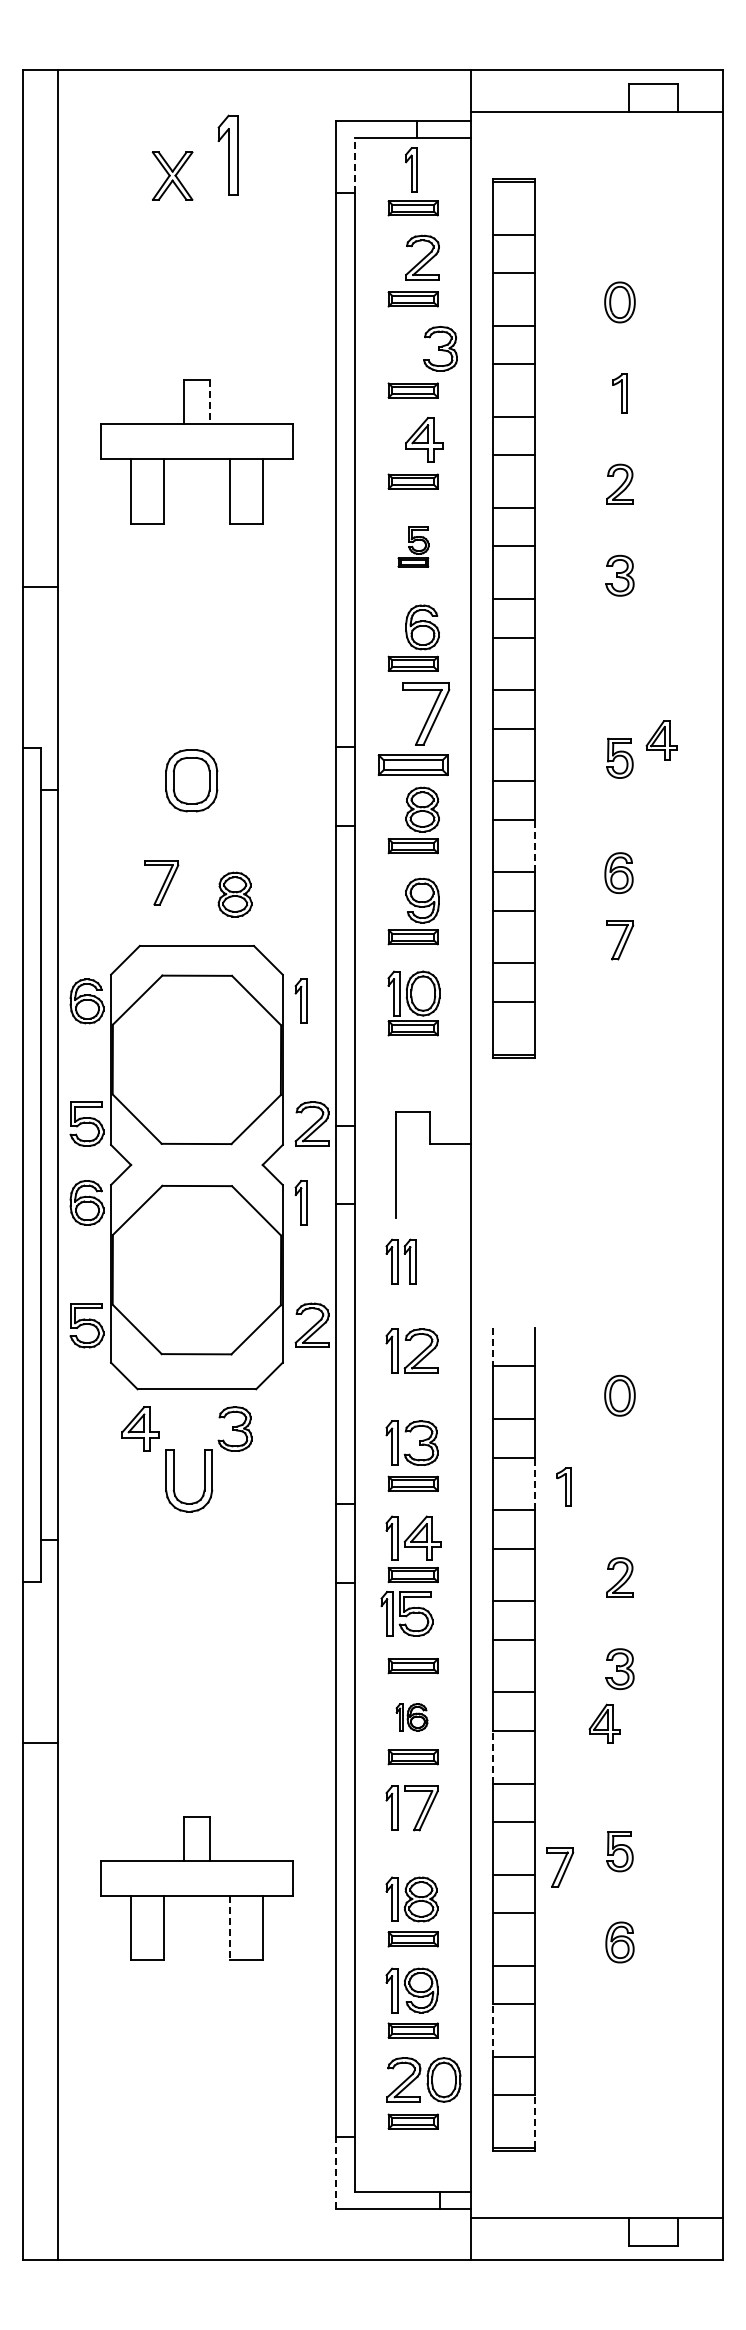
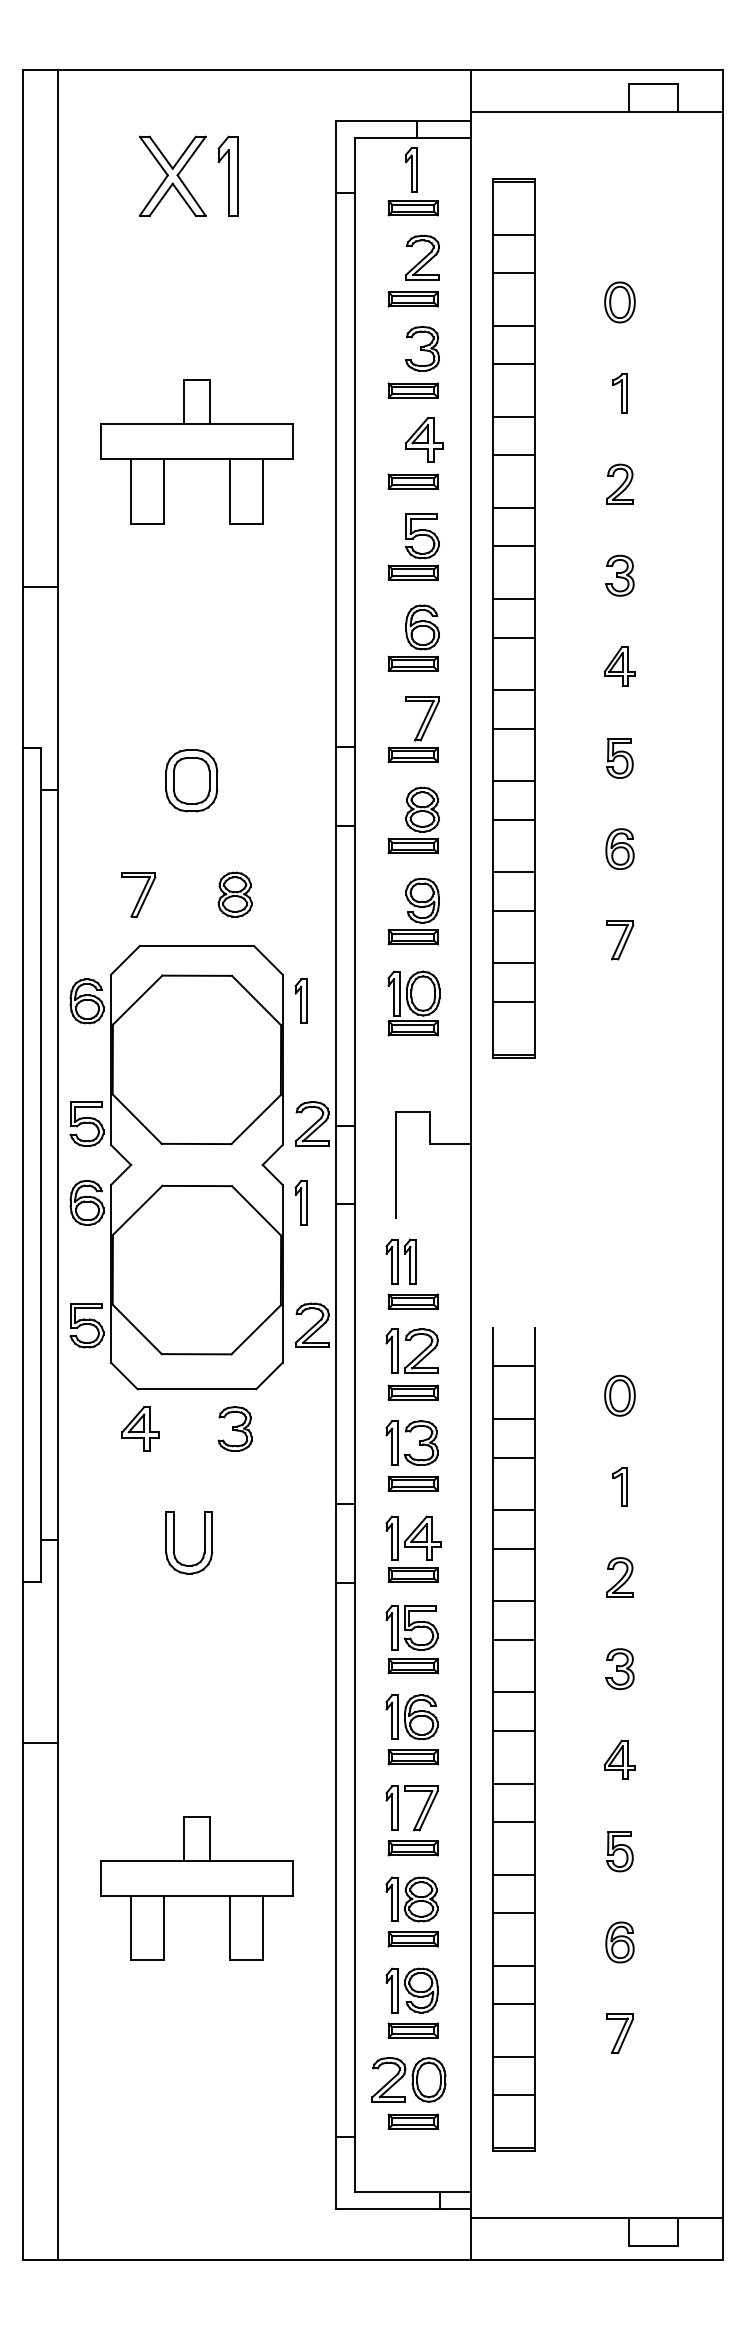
part at (227, 154) position: (227, 154) -> (227, 175)
line at (355, 164): dashed -> solid
part at (172, 175) size: 43x50 px -> 69x82 px
part at (440, 348) position: (440, 348) -> (422, 348)
line at (210, 402): dashed -> solid
part at (413, 546) size: 33x42 px -> 53x68 px
part at (413, 729) size: 74x95 px -> 53x67 px
part at (661, 740) position: (661, 740) -> (619, 666)
line at (534, 845): dashed -> solid
part at (618, 872) position: (618, 872) -> (619, 848)
part at (161, 882) position: (161, 882) -> (138, 894)
part at (412, 1301): none -> present
line at (492, 1347): dashed -> solid
part at (412, 1392): none -> present
part at (174, 1480) position: (174, 1480) -> (174, 1542)
line at (534, 1483): dashed -> solid
part at (563, 1486) position: (563, 1486) -> (619, 1486)
part at (406, 1613) position: (406, 1613) -> (411, 1627)
part at (411, 1717) size: 34x29 px -> 54x47 px
part at (604, 1723) position: (604, 1723) -> (619, 1759)
line at (492, 1756): dashed -> solid
part at (412, 1848): none -> present
part at (560, 1867) position: (560, 1867) -> (620, 2033)
line at (230, 1928): dashed -> solid
line at (492, 2030): dashed -> solid
part at (423, 2079) position: (423, 2079) -> (408, 2079)
line at (534, 2121): dashed -> solid
line at (336, 2173): dashed -> solid
